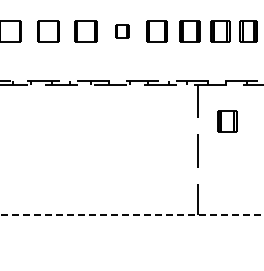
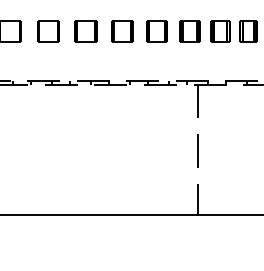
part at (122, 31) size: 15x15 px -> 23x23 px
part at (227, 121): present -> none
line at (132, 215): dashed -> solid
